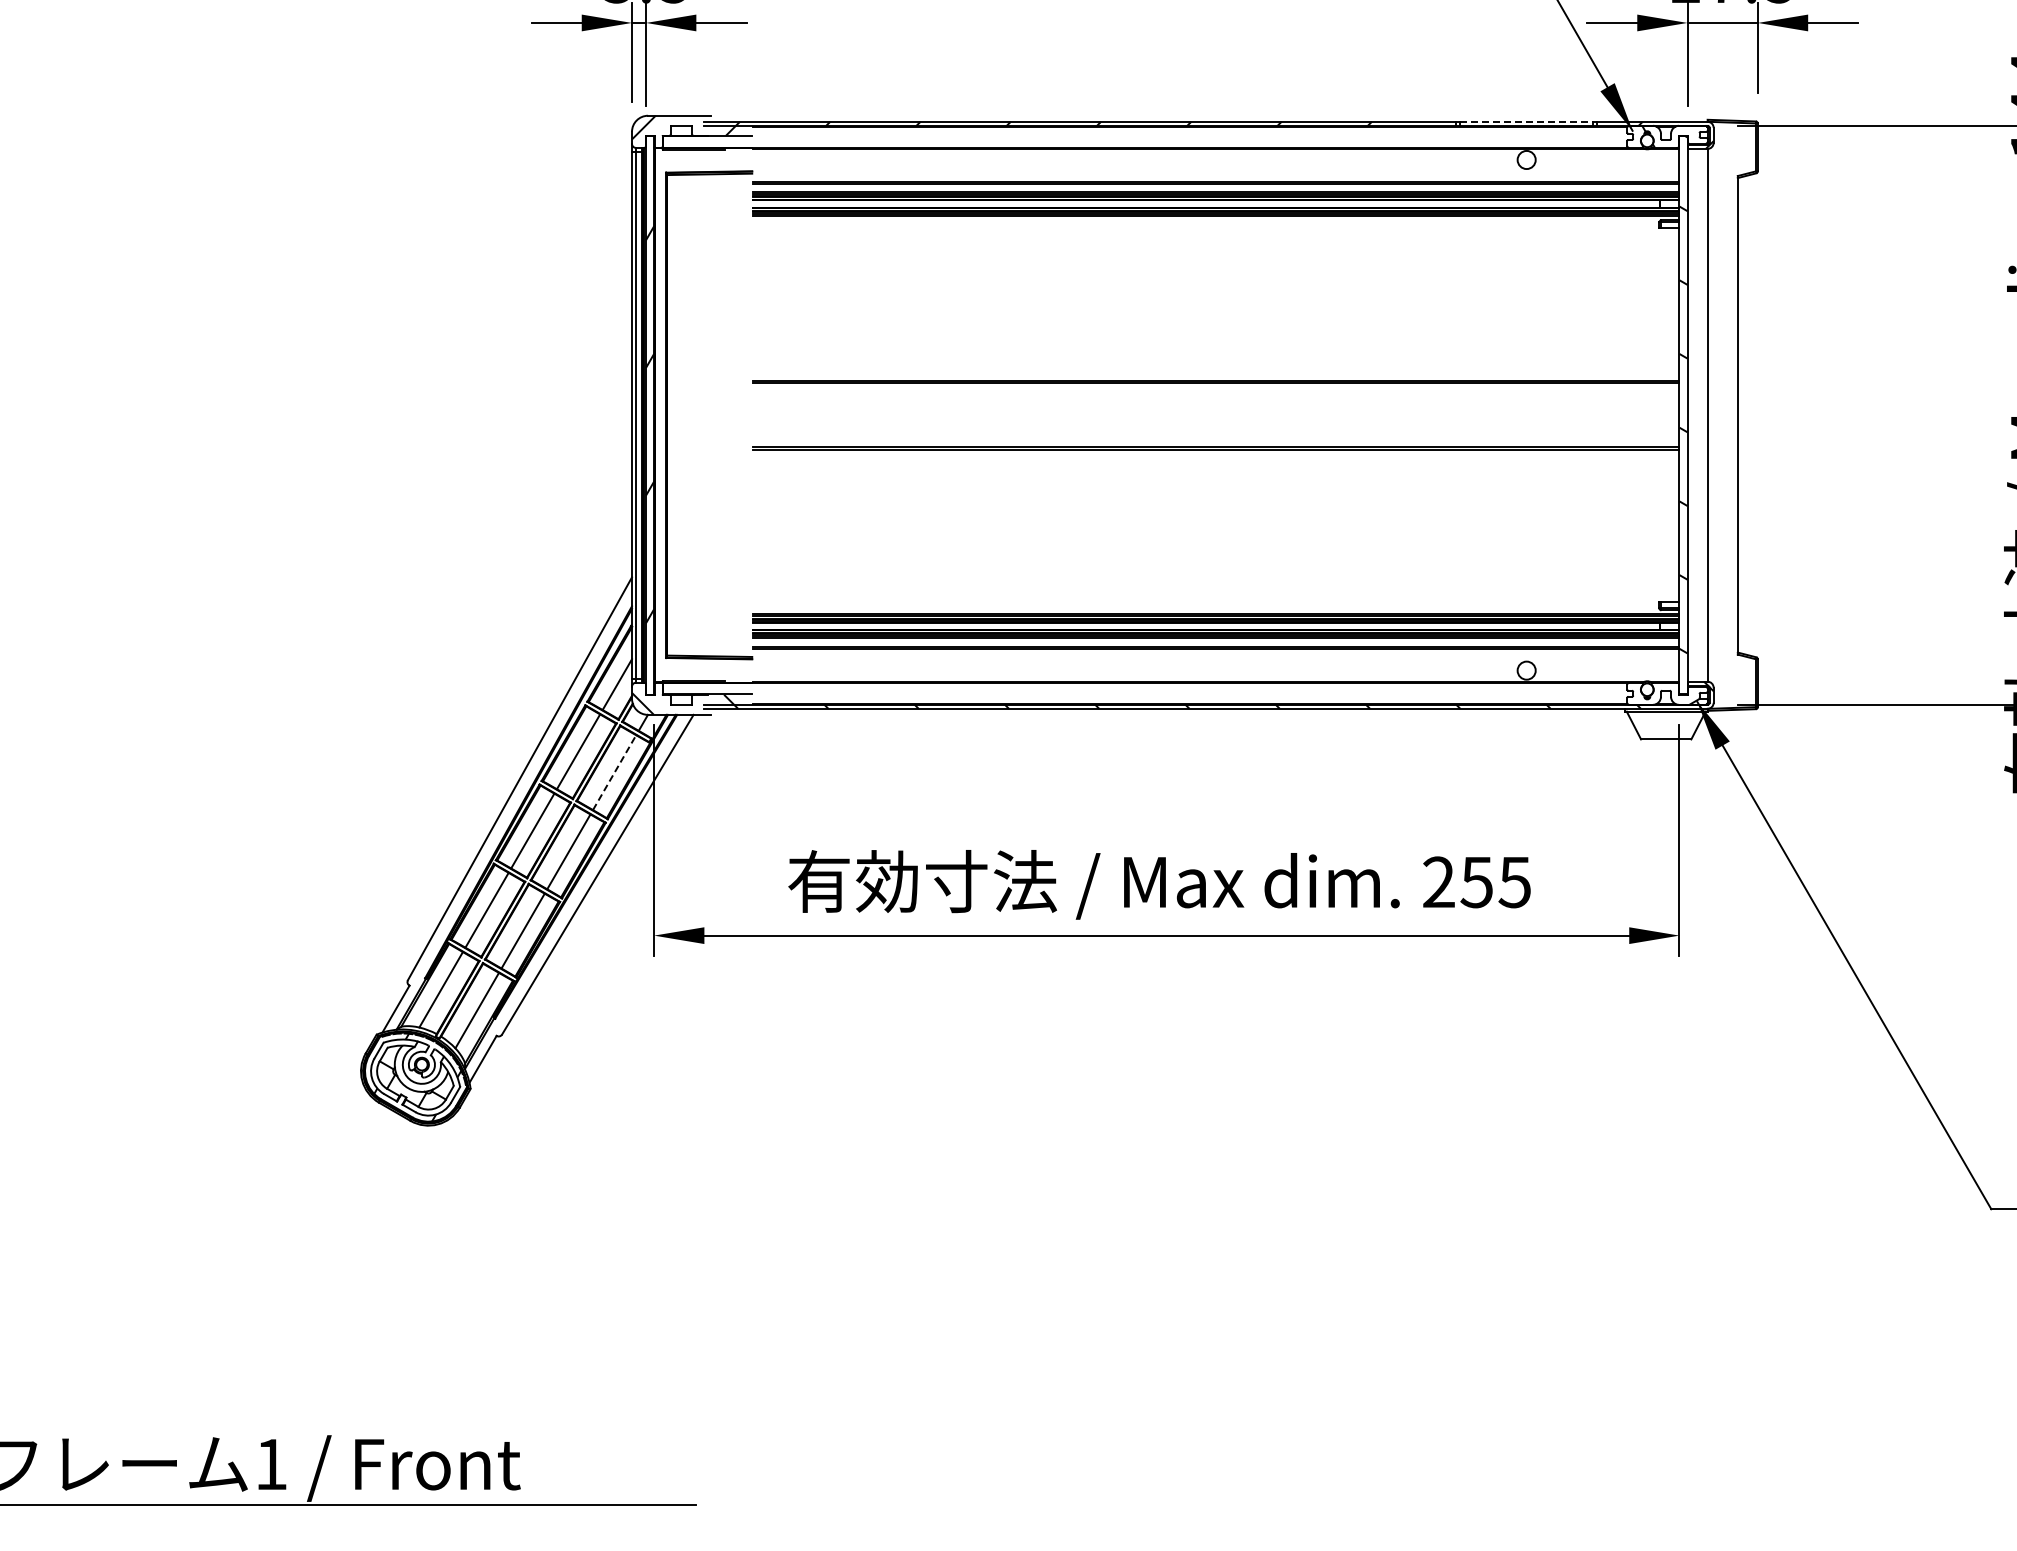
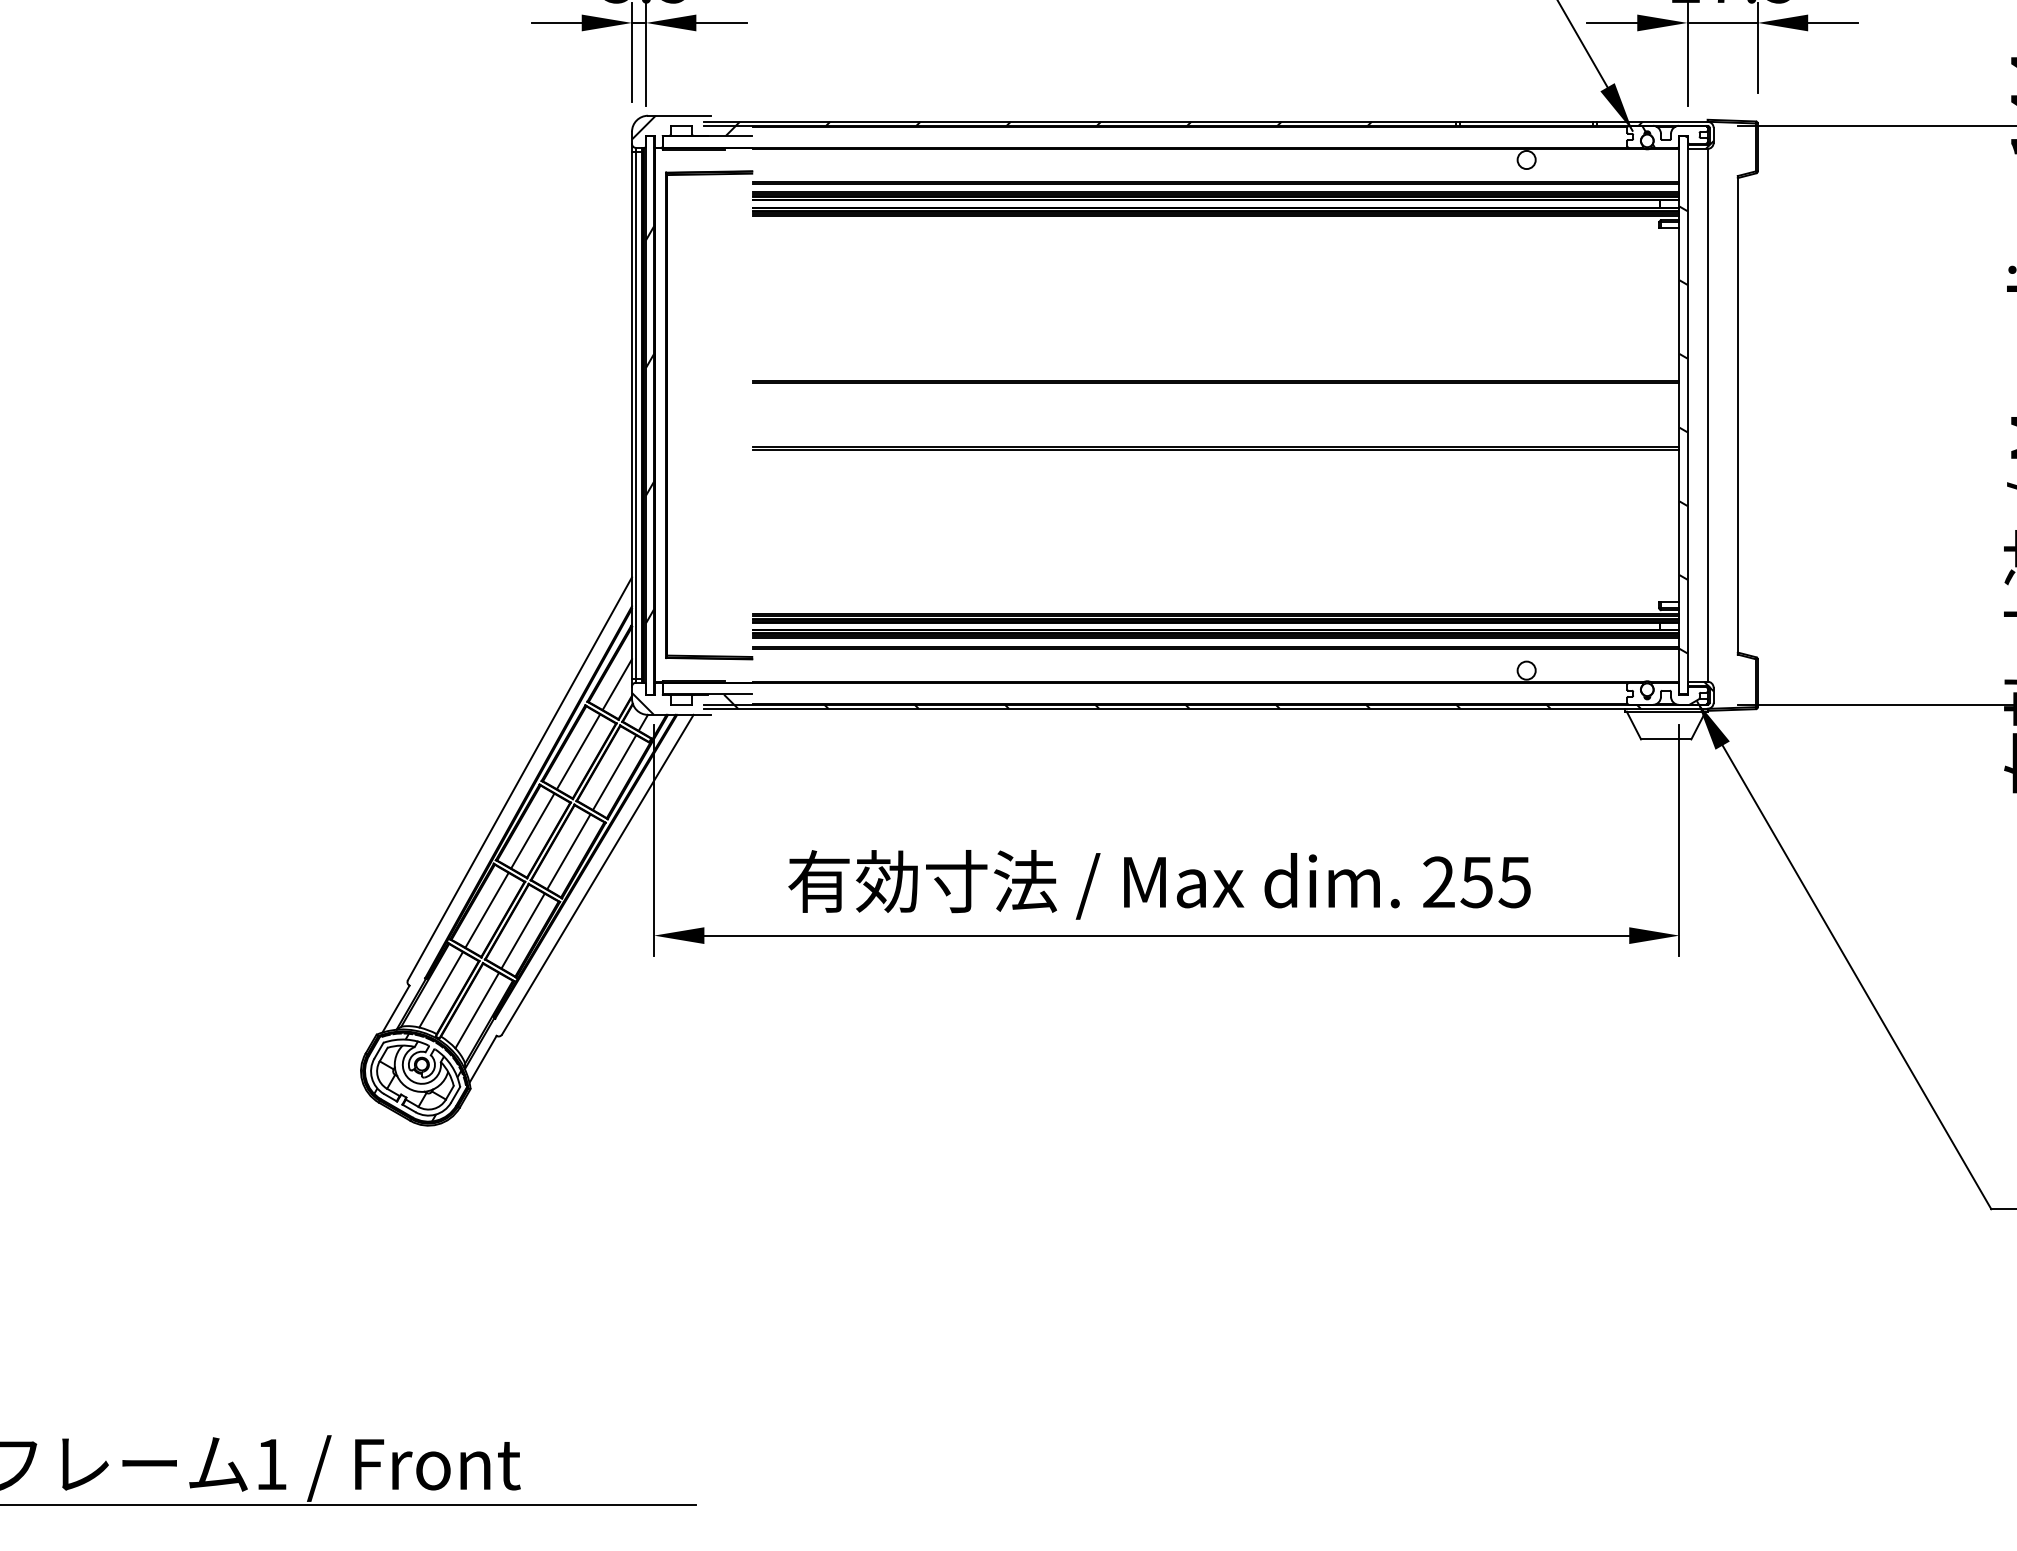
line at (1527, 121): dashed -> solid
line at (614, 772): dashed -> solid
